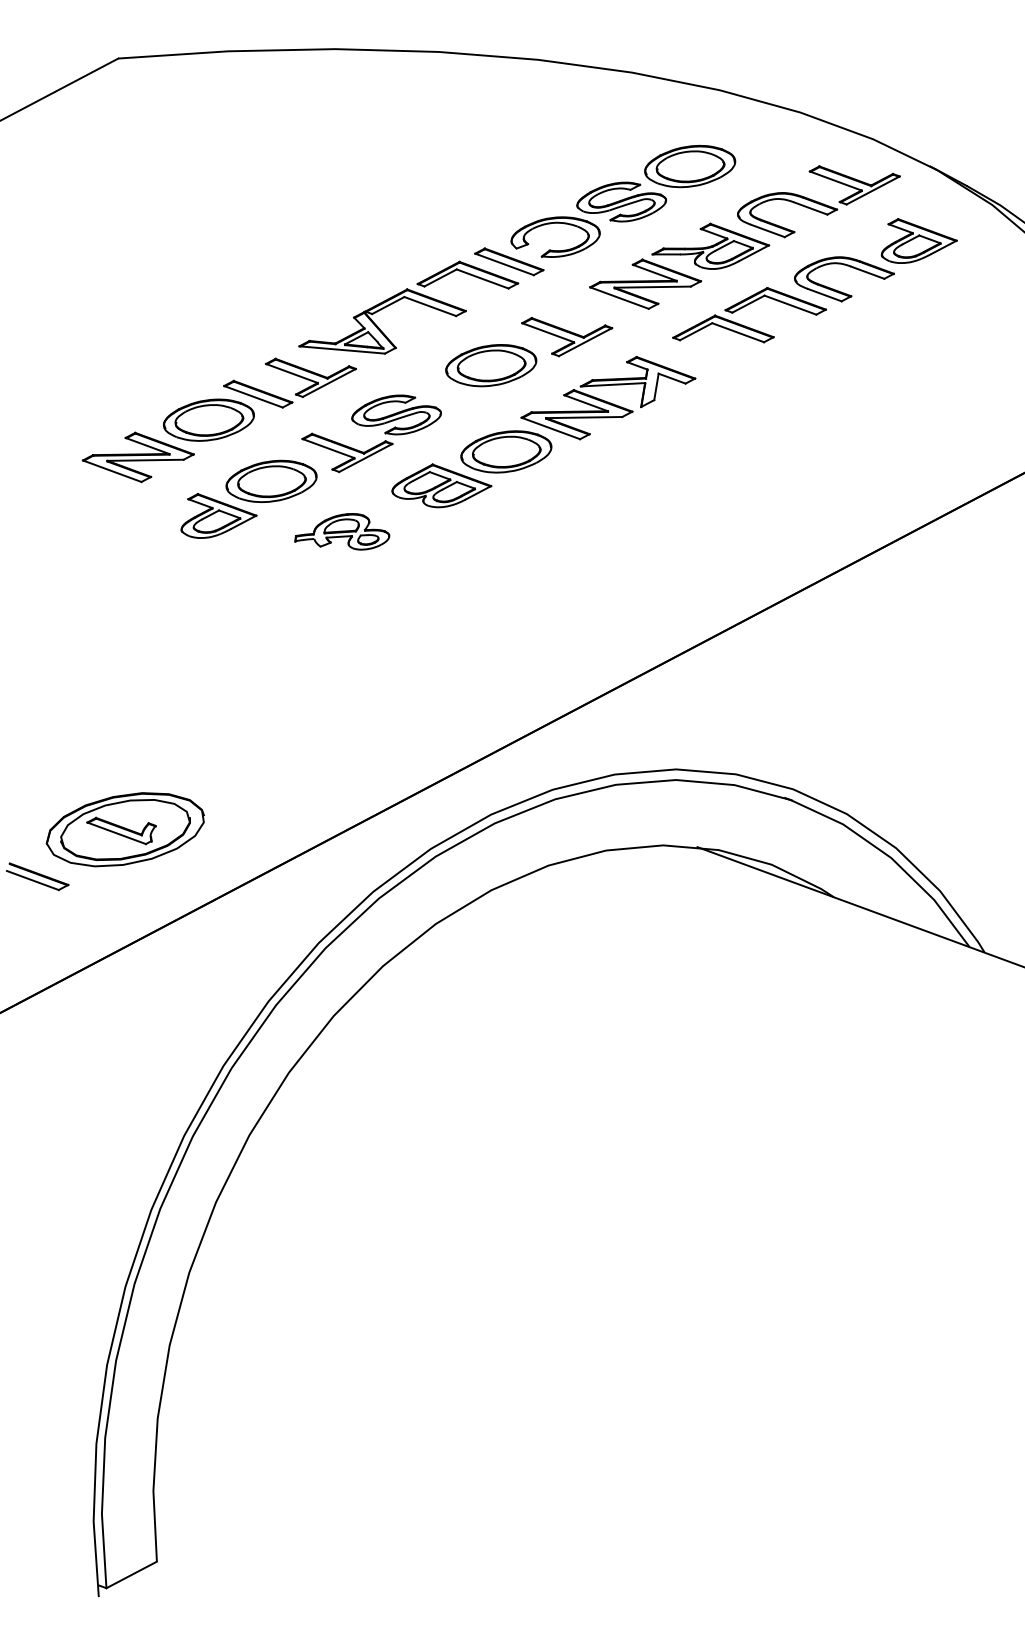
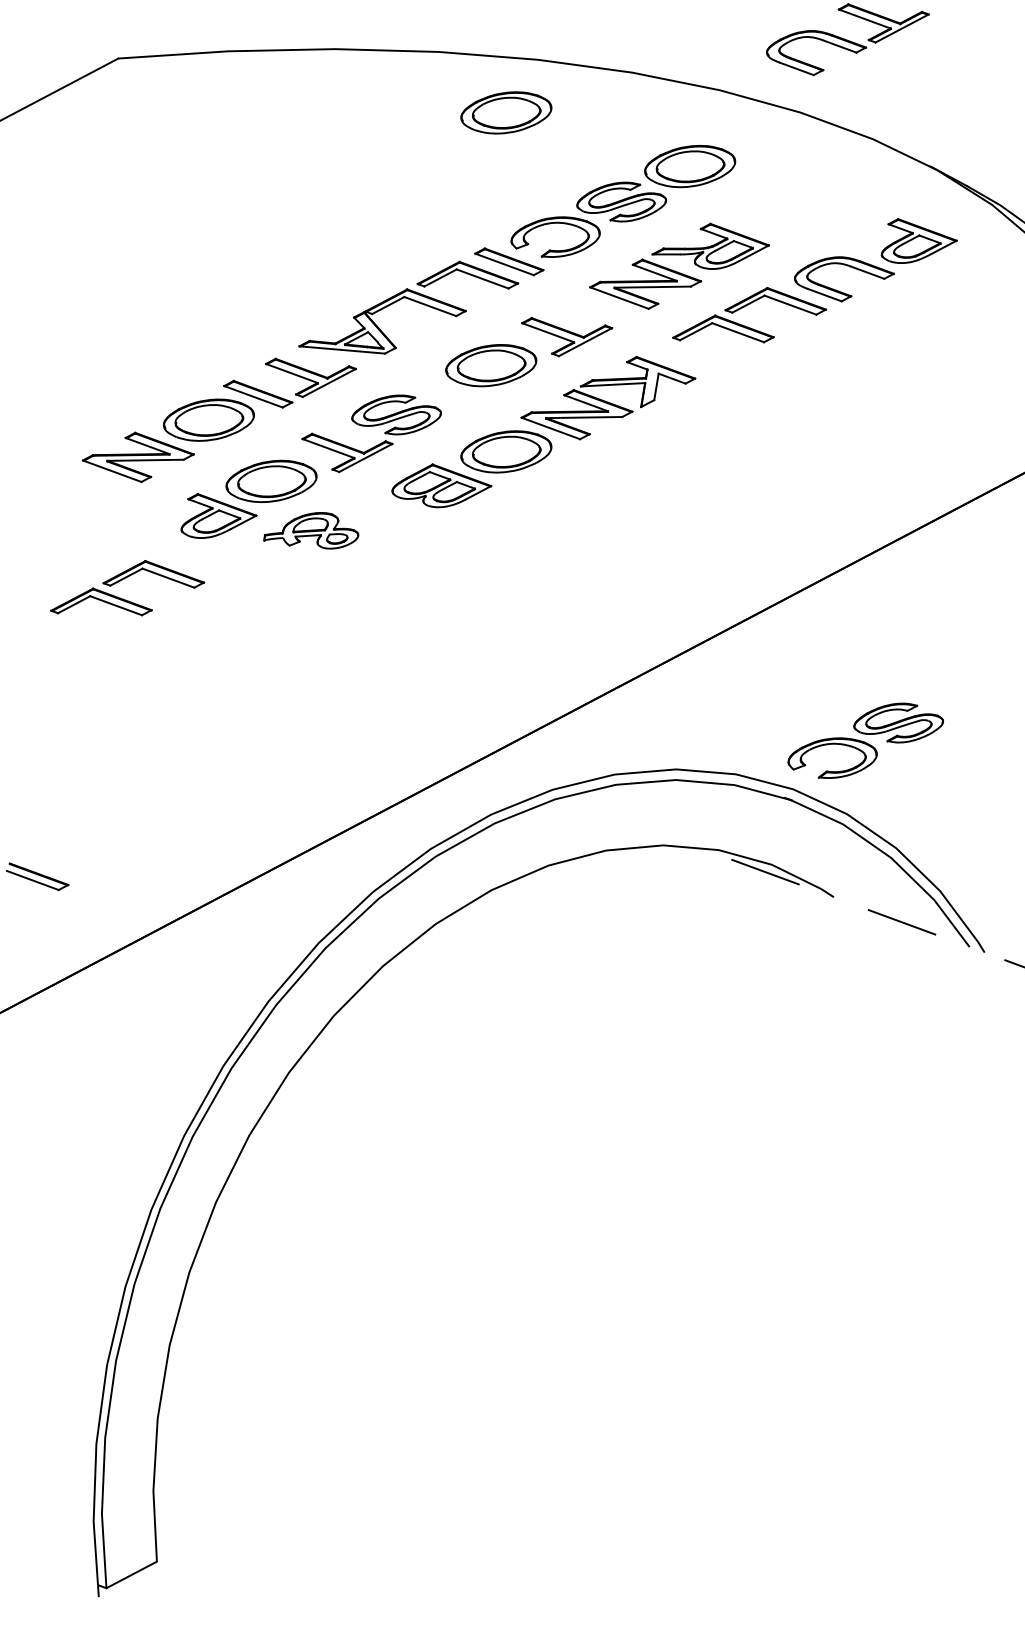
part at (506, 112): none -> present
part at (818, 201) position: (818, 201) -> (847, 39)
part at (342, 531) position: (342, 531) -> (311, 530)
part at (122, 580): none -> present
part at (865, 740): none -> present
part at (124, 829): present -> none
line at (860, 907): solid -> dashed
